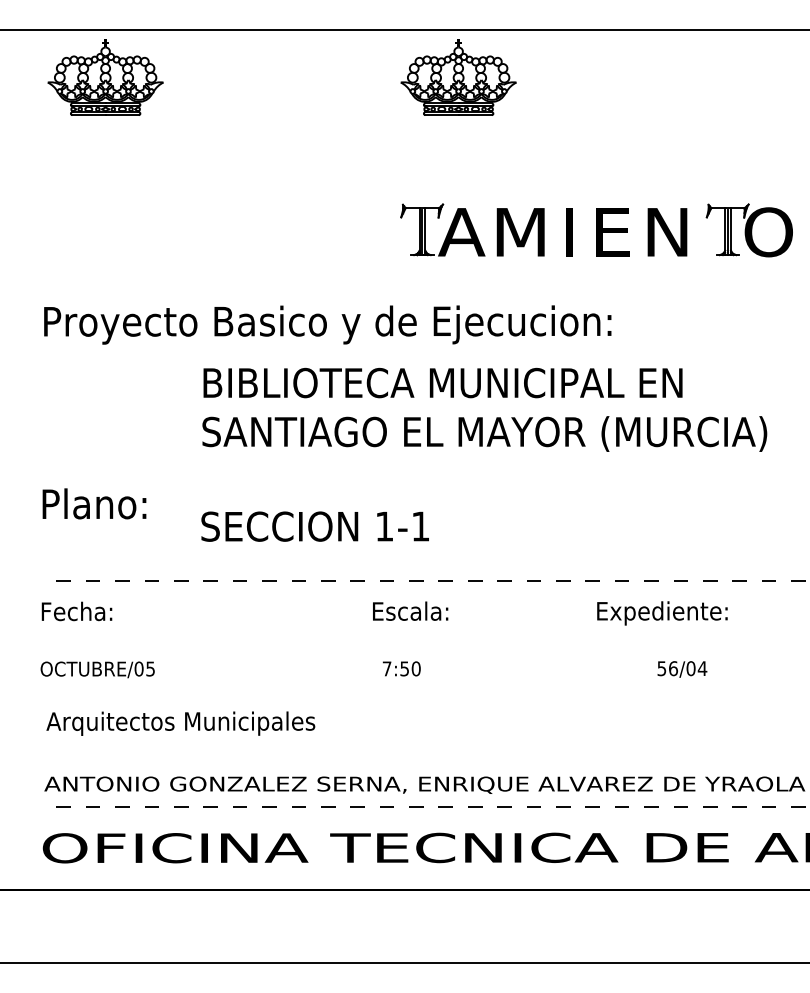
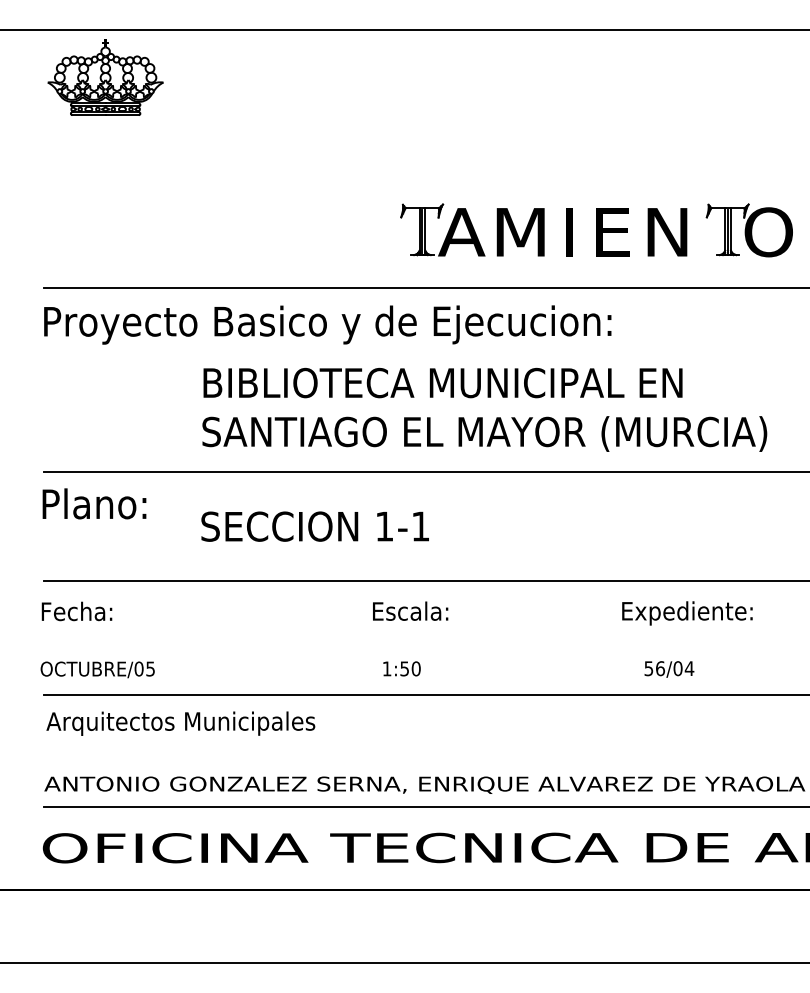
part at (458, 77): present -> none
line at (425, 287): none -> present
line at (425, 471): none -> present
line at (426, 581): dashed -> solid
text at (662, 613) position: (662, 613) -> (687, 613)
text at (386, 668): 7:50 -> 1:50
text at (682, 669) position: (682, 669) -> (669, 669)
line at (425, 694): none -> present
line at (426, 806): dashed -> solid
